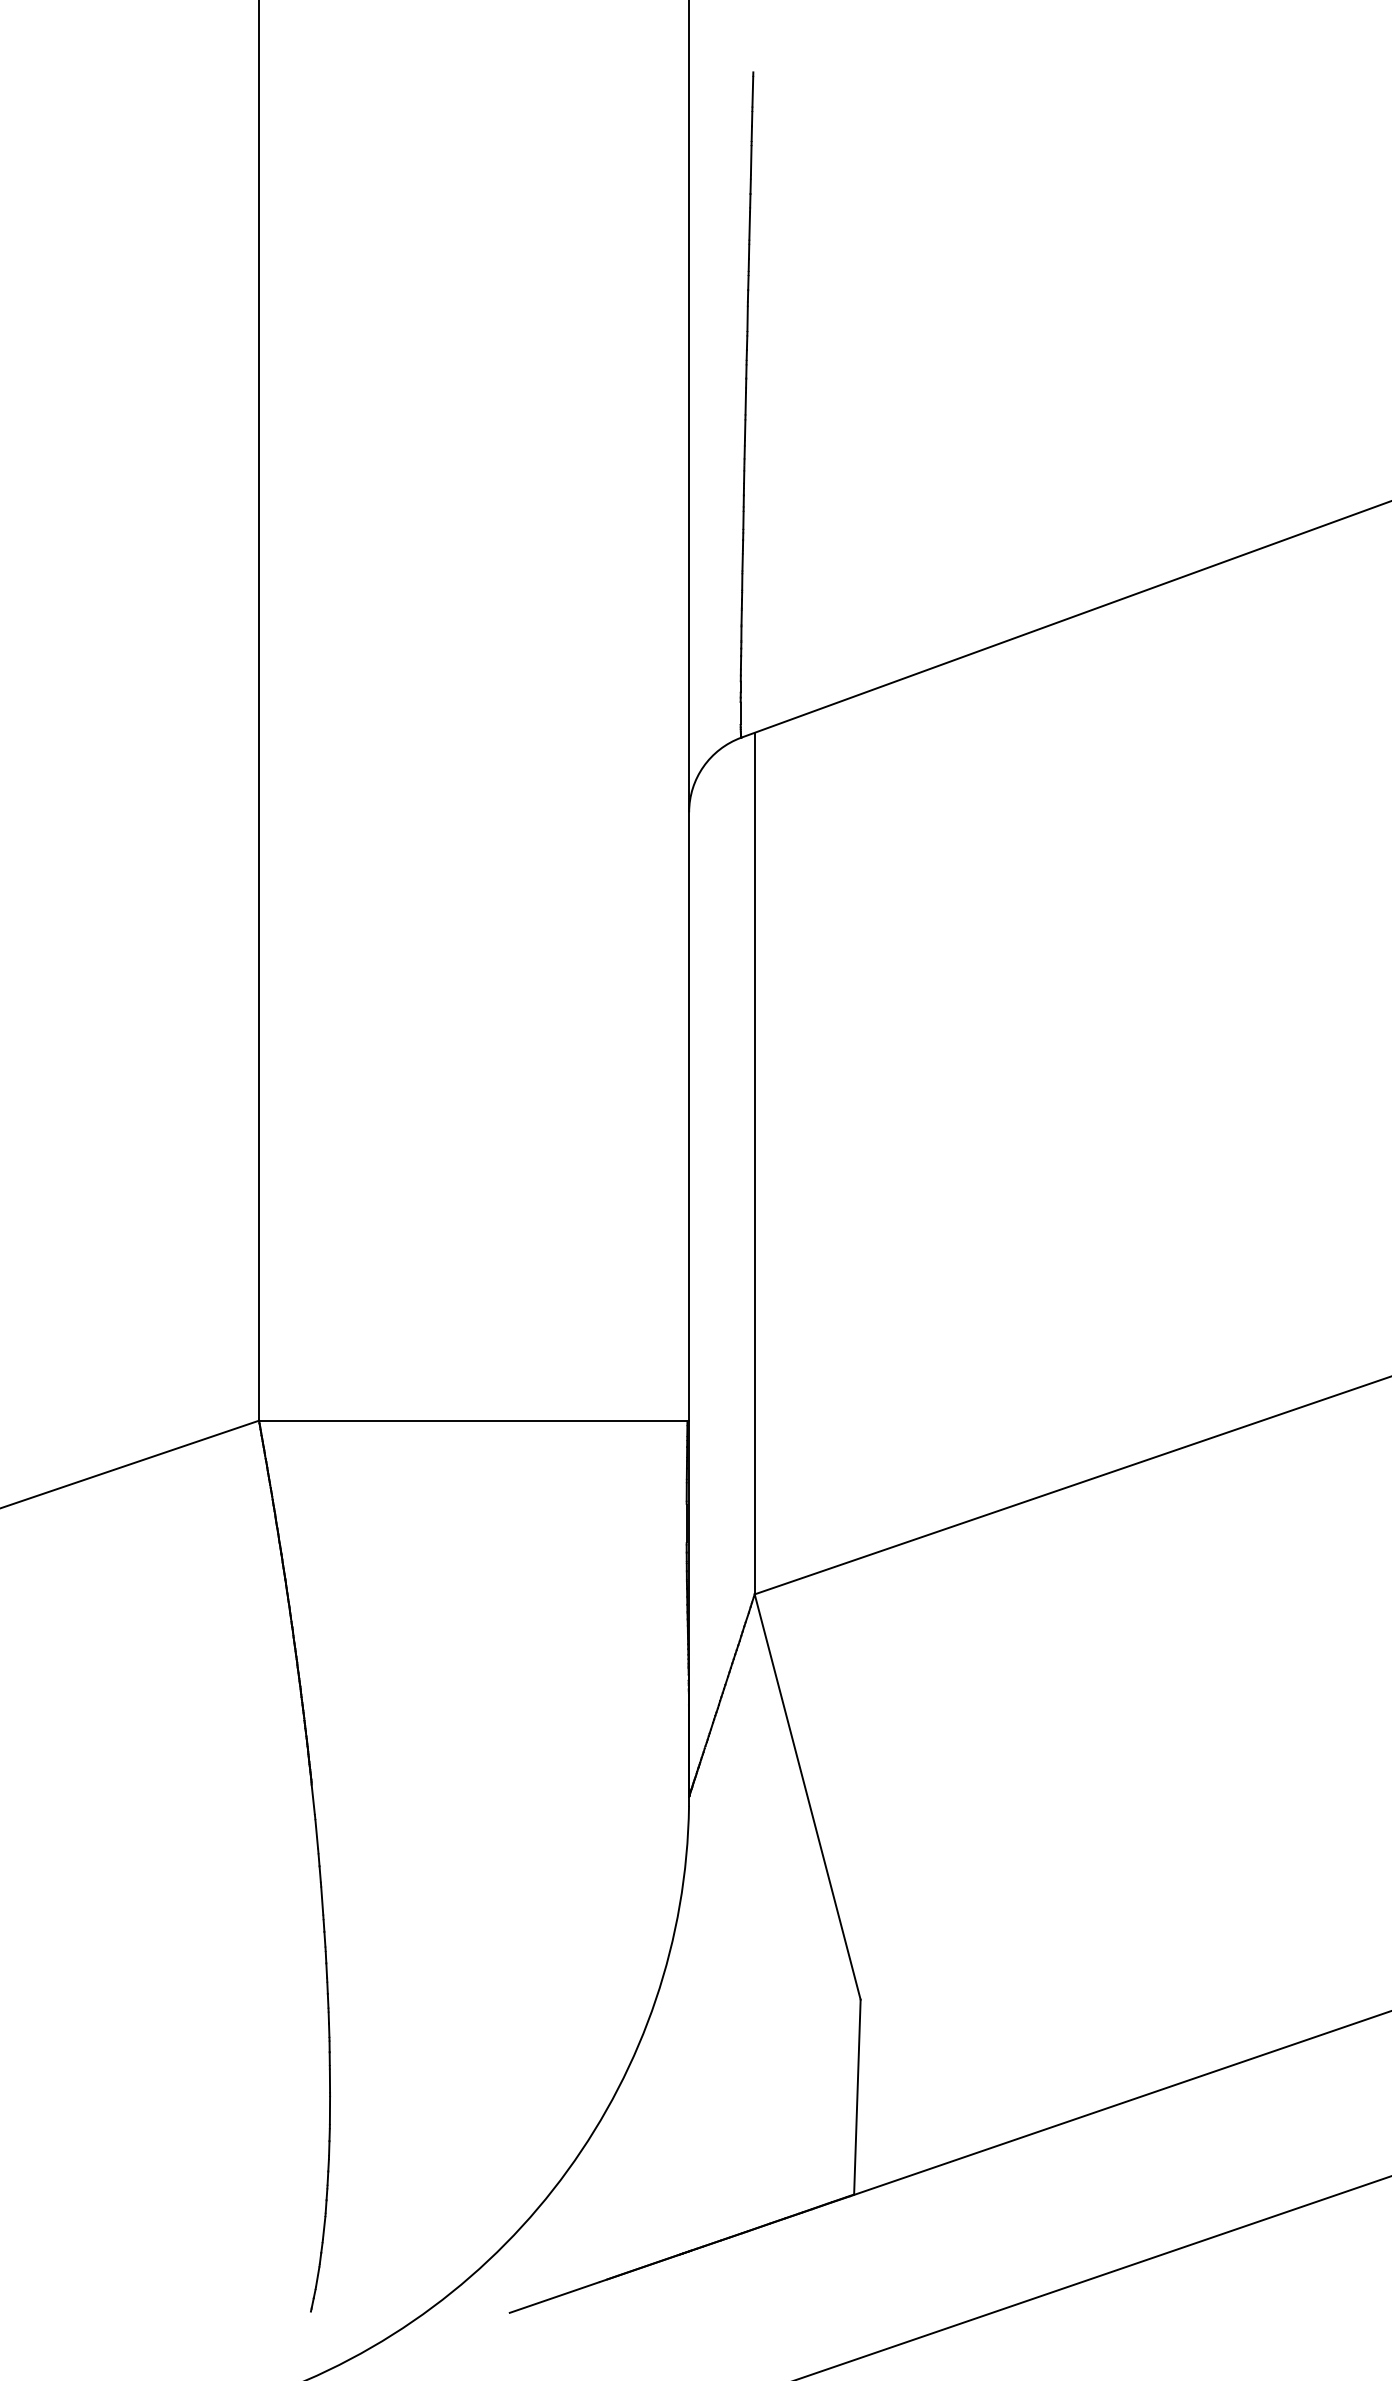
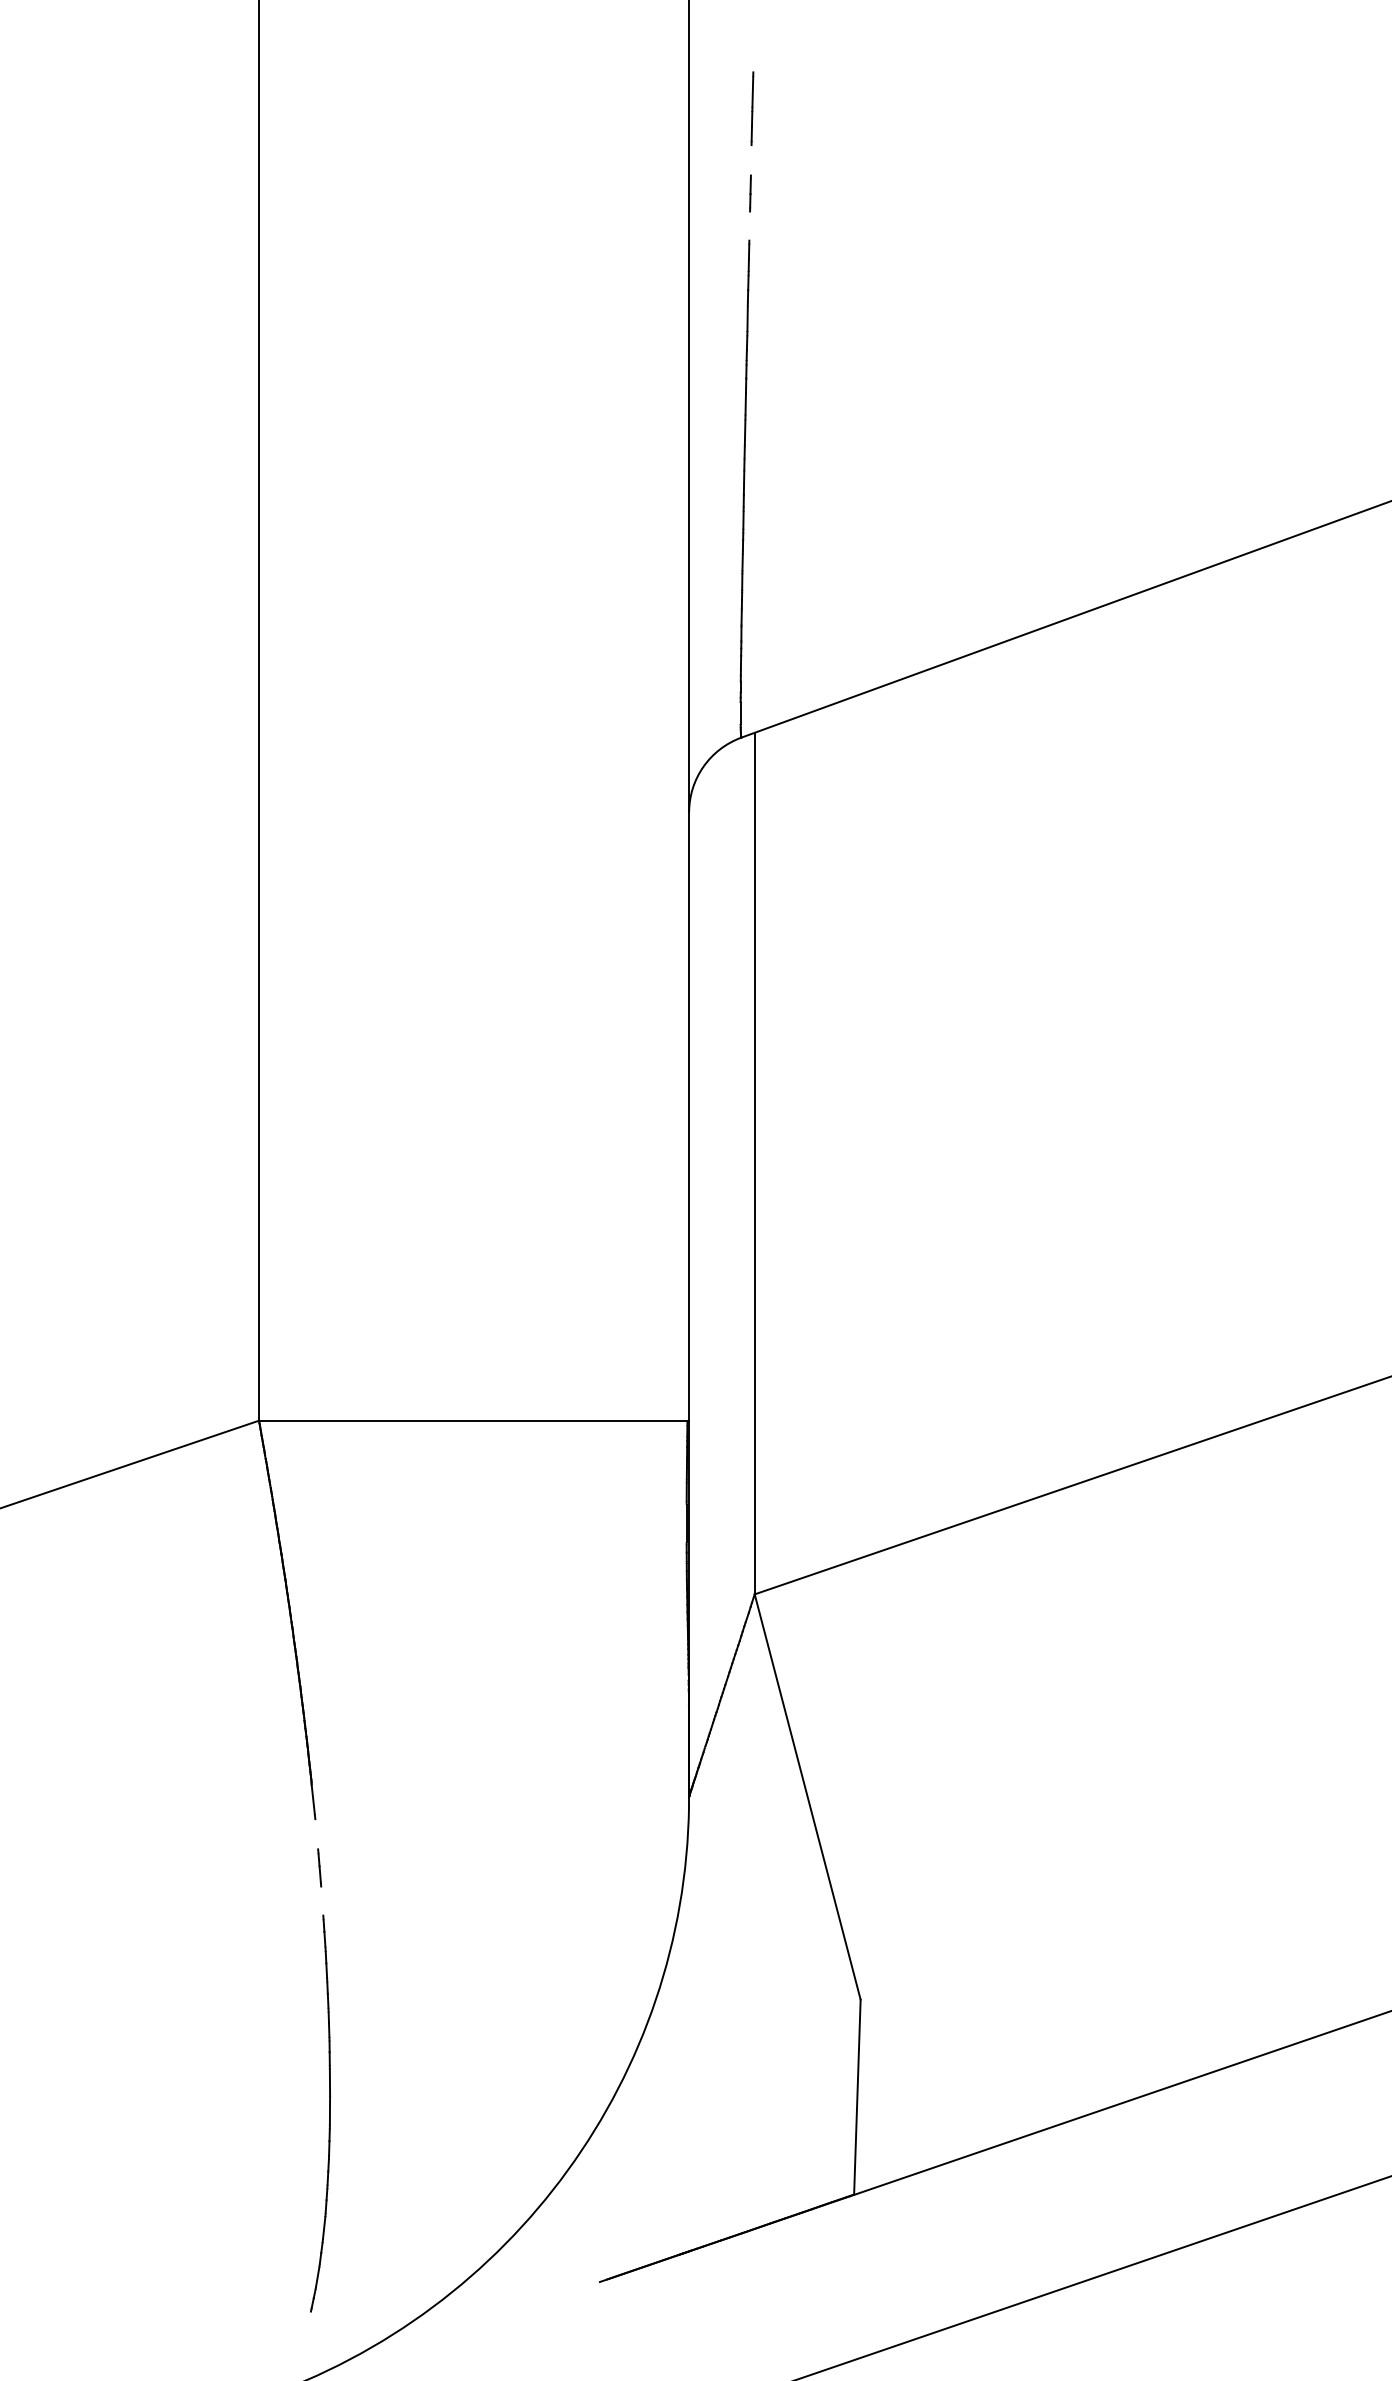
line at (750, 160): present -> none
line at (749, 225): present -> none
line at (316, 1834): present -> none
line at (322, 1900): present -> none
line at (554, 2297): present -> none
